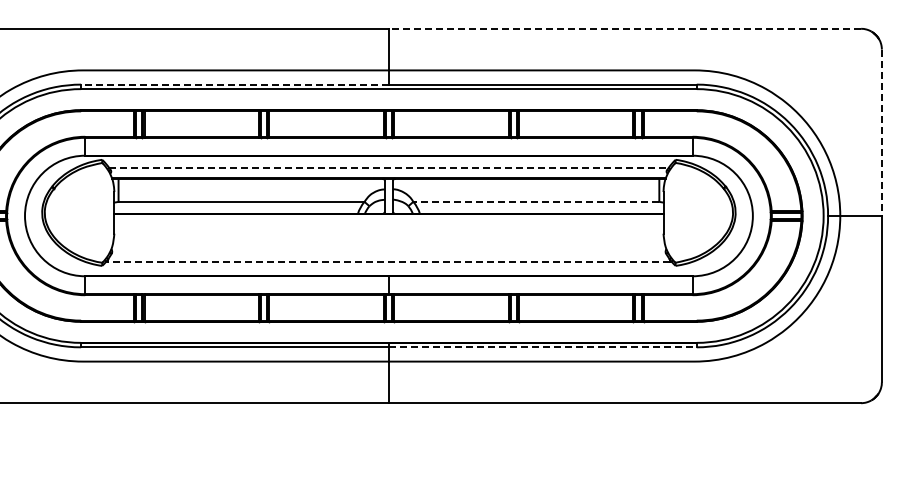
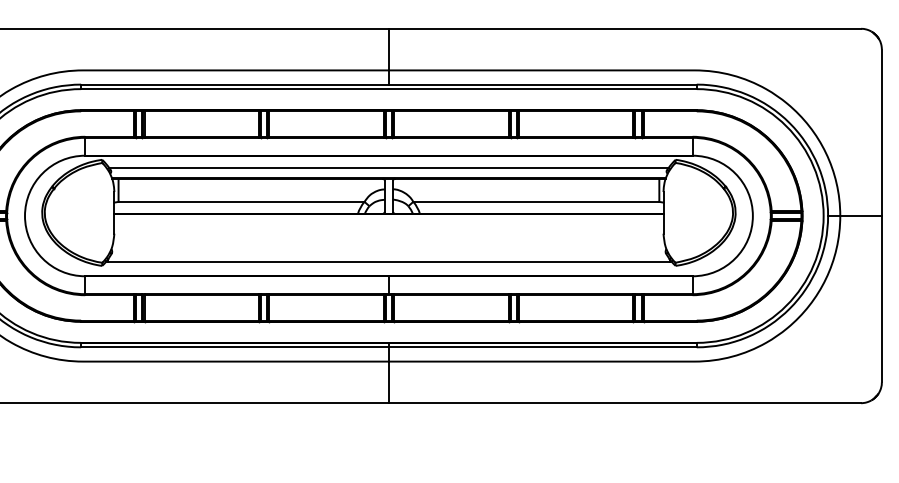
line at (624, 28): dashed -> solid
line at (235, 84): dashed -> solid
line at (881, 133): dashed -> solid
line at (388, 168): dashed -> solid
line at (536, 201): dashed -> solid
line at (388, 261): dashed -> solid
line at (542, 347): dashed -> solid
